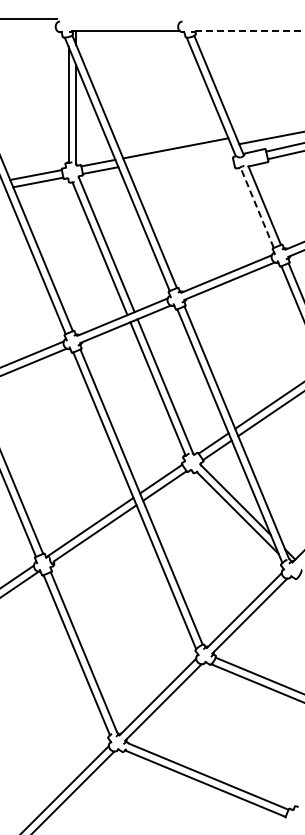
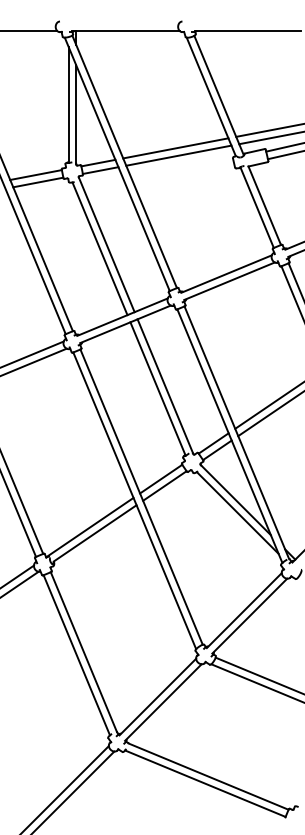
line at (29, 18) position: (29, 18) -> (29, 30)
line at (248, 30): dashed -> solid
line at (268, 130): none -> present
line at (178, 155): none -> present
line at (257, 207): dashed -> solid
